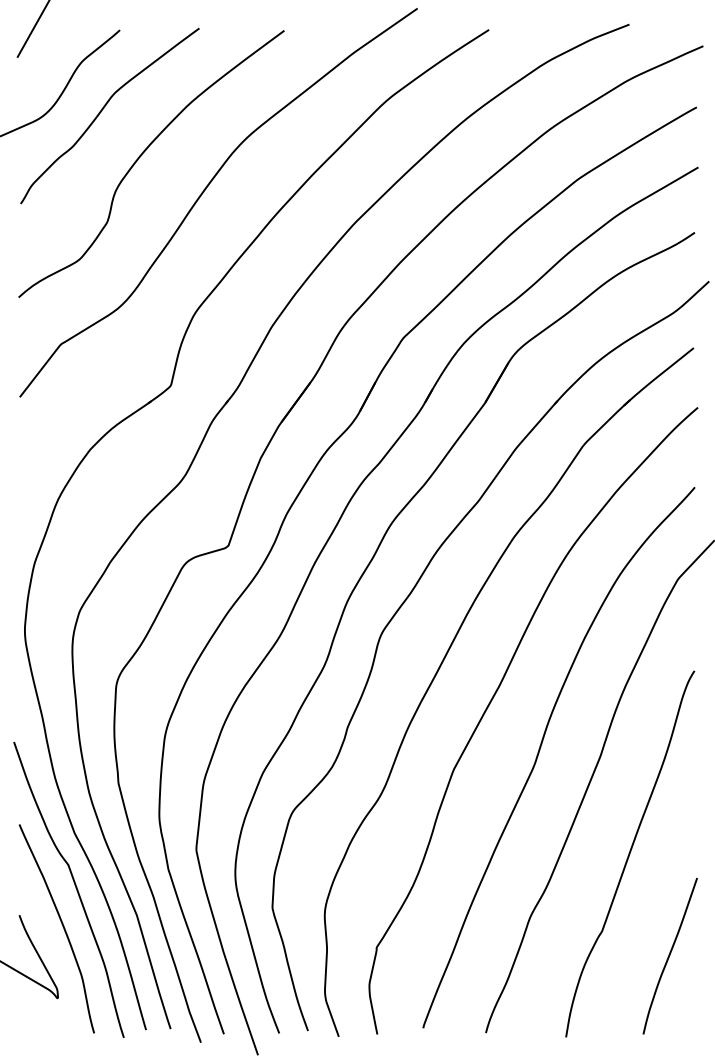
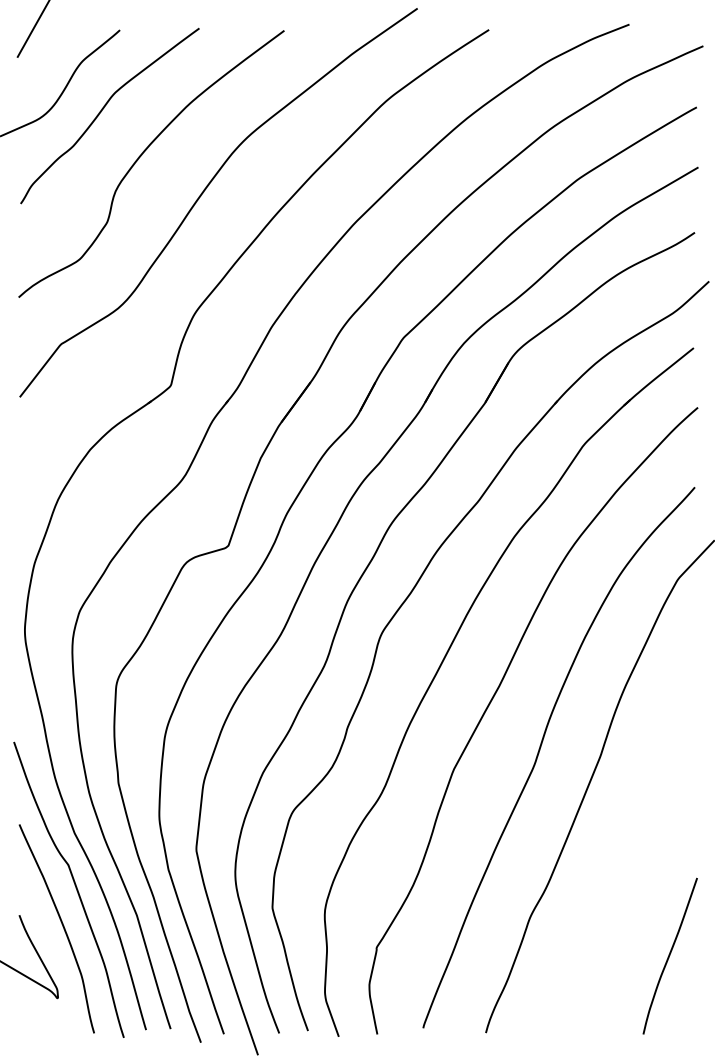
curve at (630, 853): present -> none
